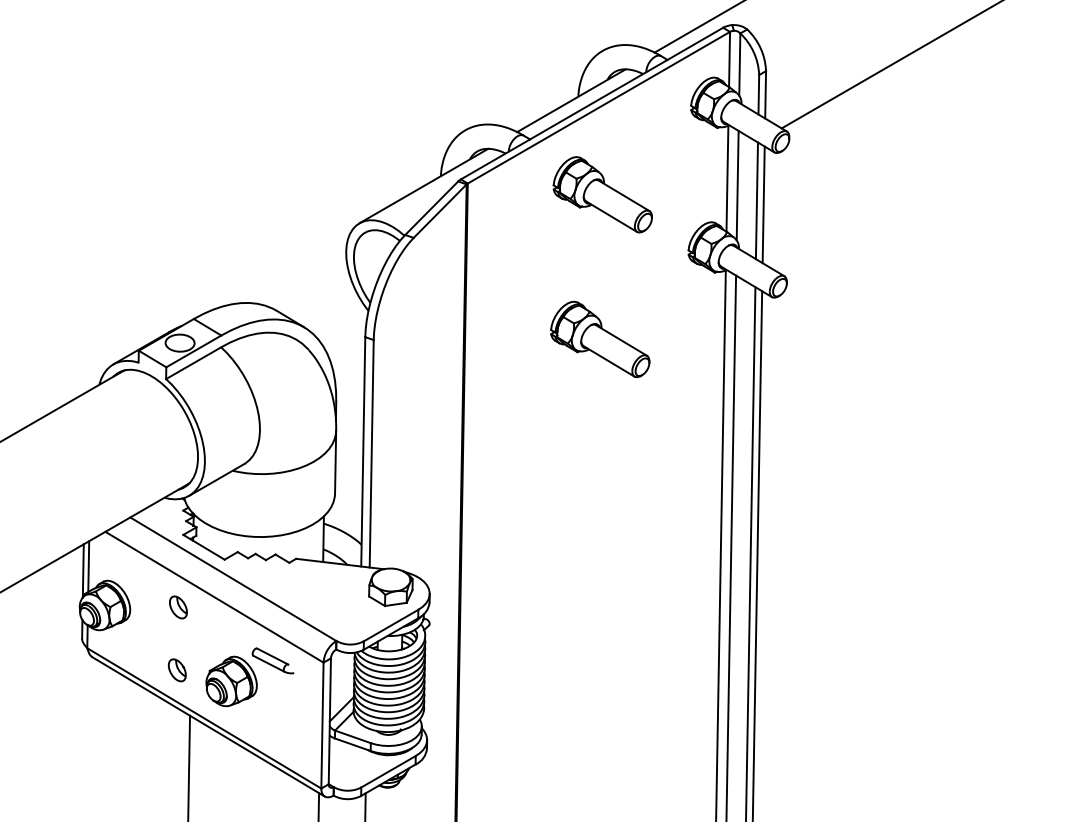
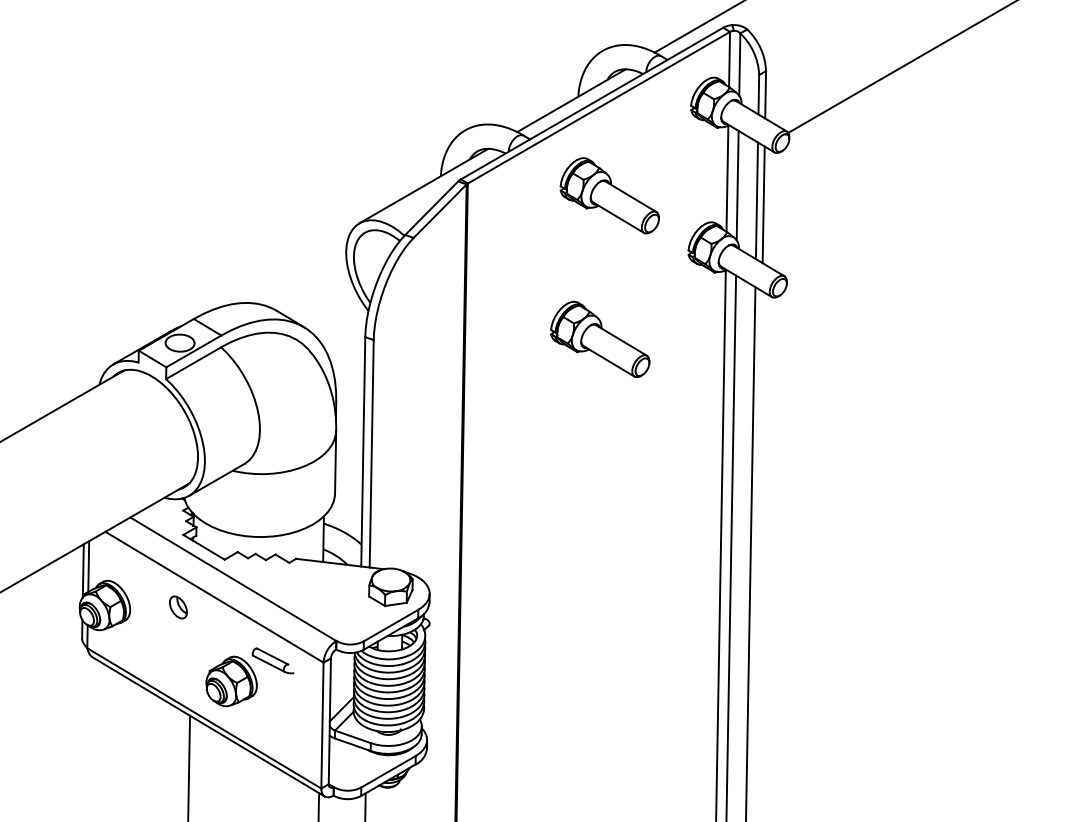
line at (890, 65) position: (890, 65) -> (899, 68)
part at (602, 194) position: (602, 194) -> (609, 195)
line at (757, 554): present -> none
part at (176, 670): present -> none
